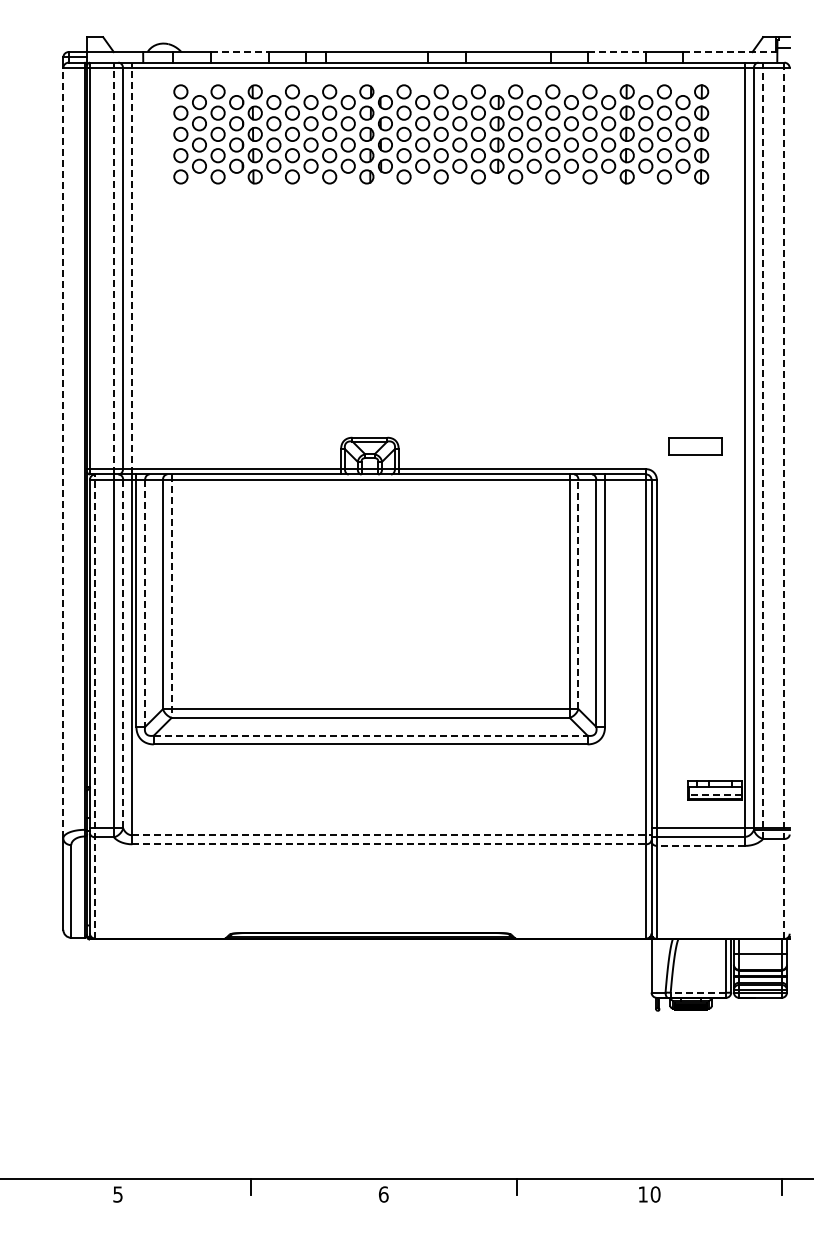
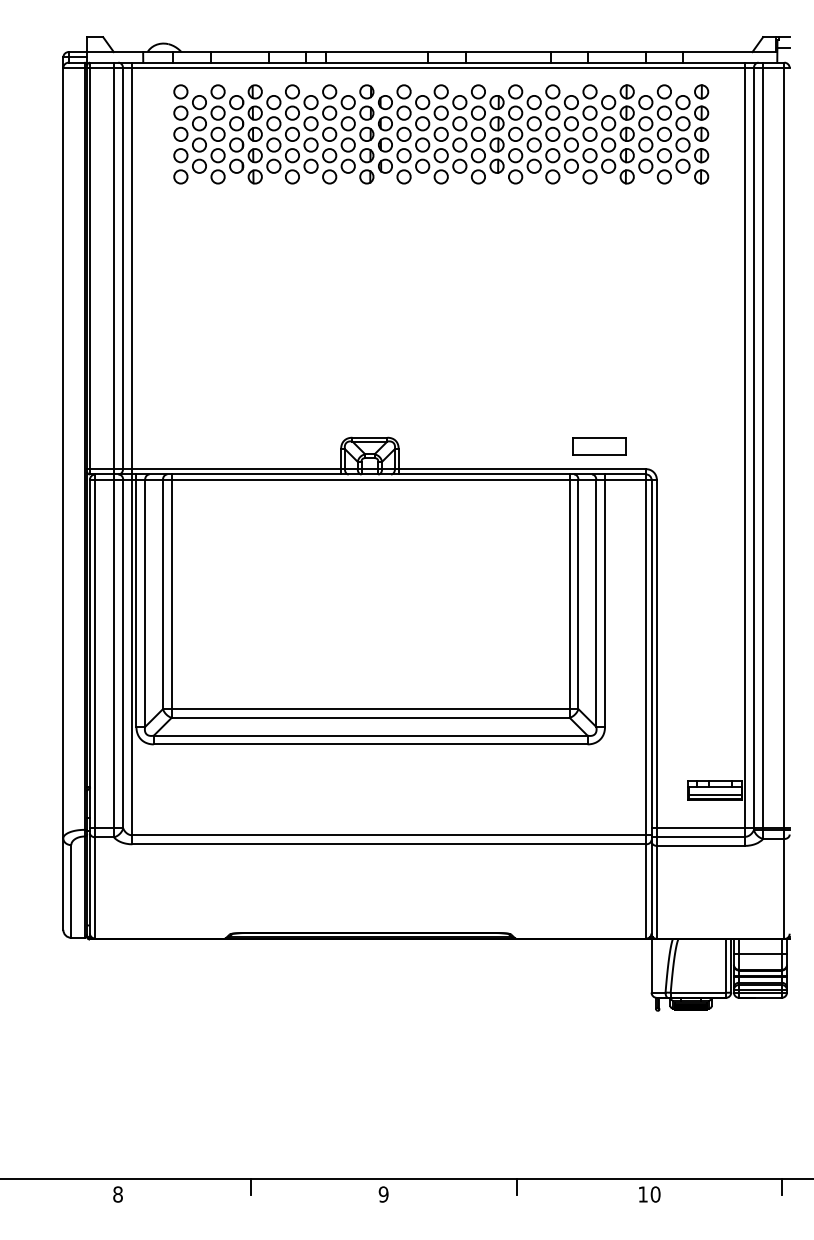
line at (240, 52): dashed -> solid
line at (617, 52): dashed -> solid
line at (730, 52): dashed -> solid
line at (113, 268): dashed -> solid
line at (132, 268): dashed -> solid
part at (695, 446) position: (695, 446) -> (599, 446)
line at (763, 450): dashed -> solid
line at (63, 452): dashed -> solid
line at (784, 501): dashed -> solid
line at (578, 594): dashed -> solid
line at (171, 596): dashed -> solid
line at (145, 603): dashed -> solid
line at (123, 653): dashed -> solid
line at (95, 706): dashed -> solid
line at (370, 735): dashed -> solid
line at (715, 794): dashed -> solid
line at (391, 835): dashed -> solid
line at (389, 844): dashed -> solid
line at (700, 845): dashed -> solid
line at (698, 992): dashed -> solid
text at (117, 1194): 5 -> 8
text at (383, 1194): 6 -> 9
